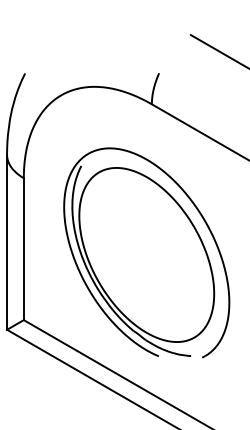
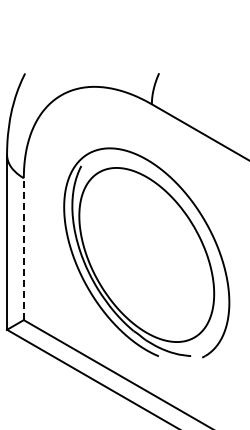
line at (218, 51): present -> none
line at (23, 249): solid -> dashed
